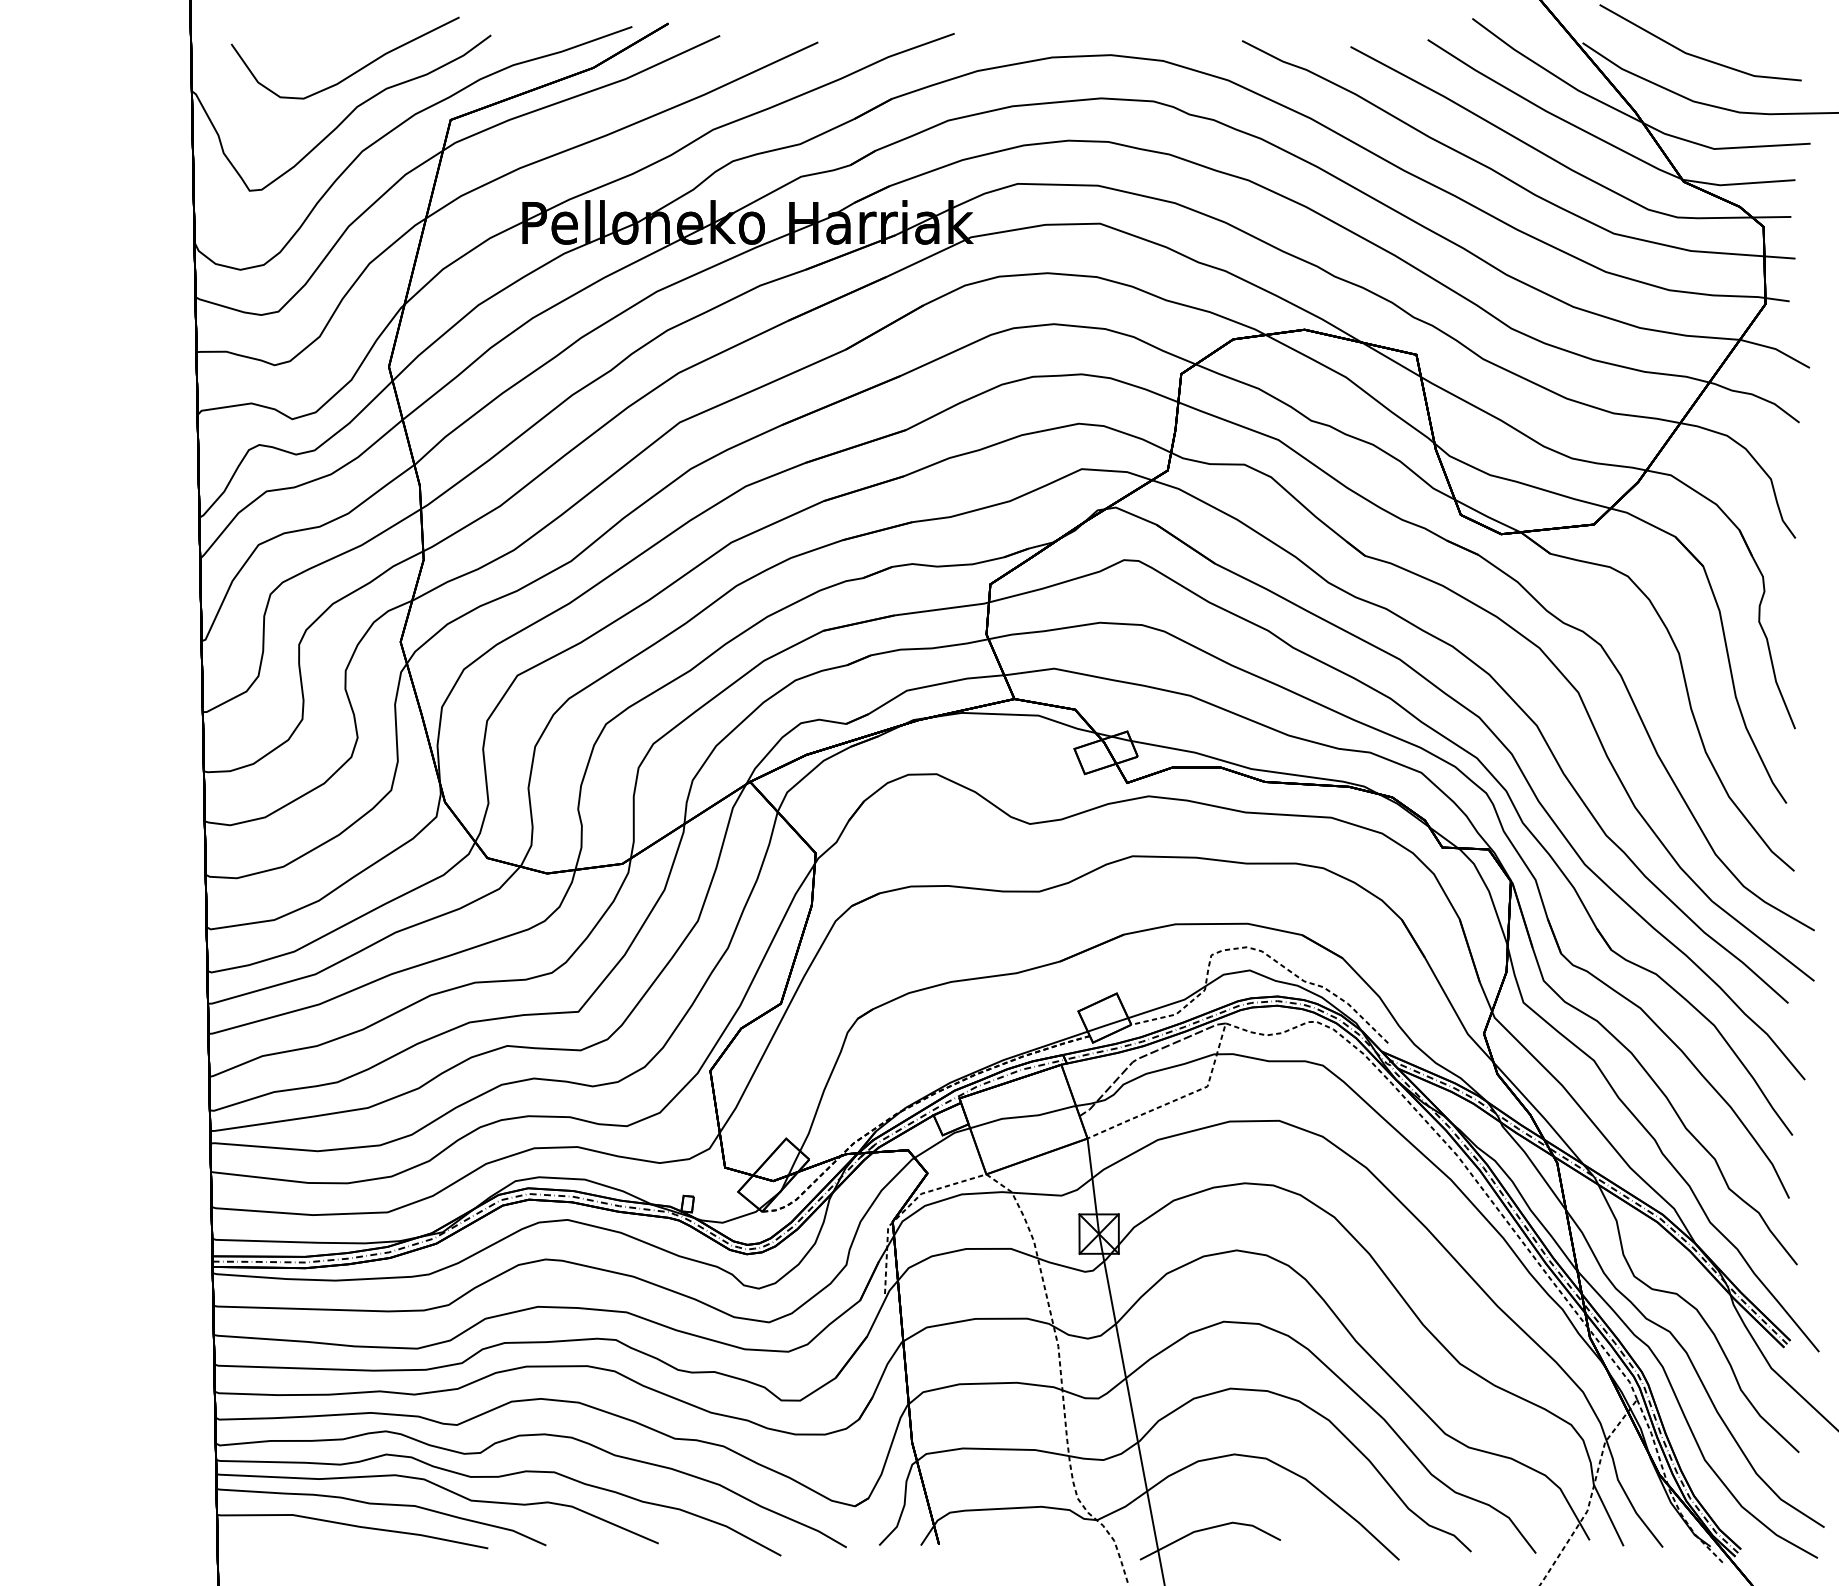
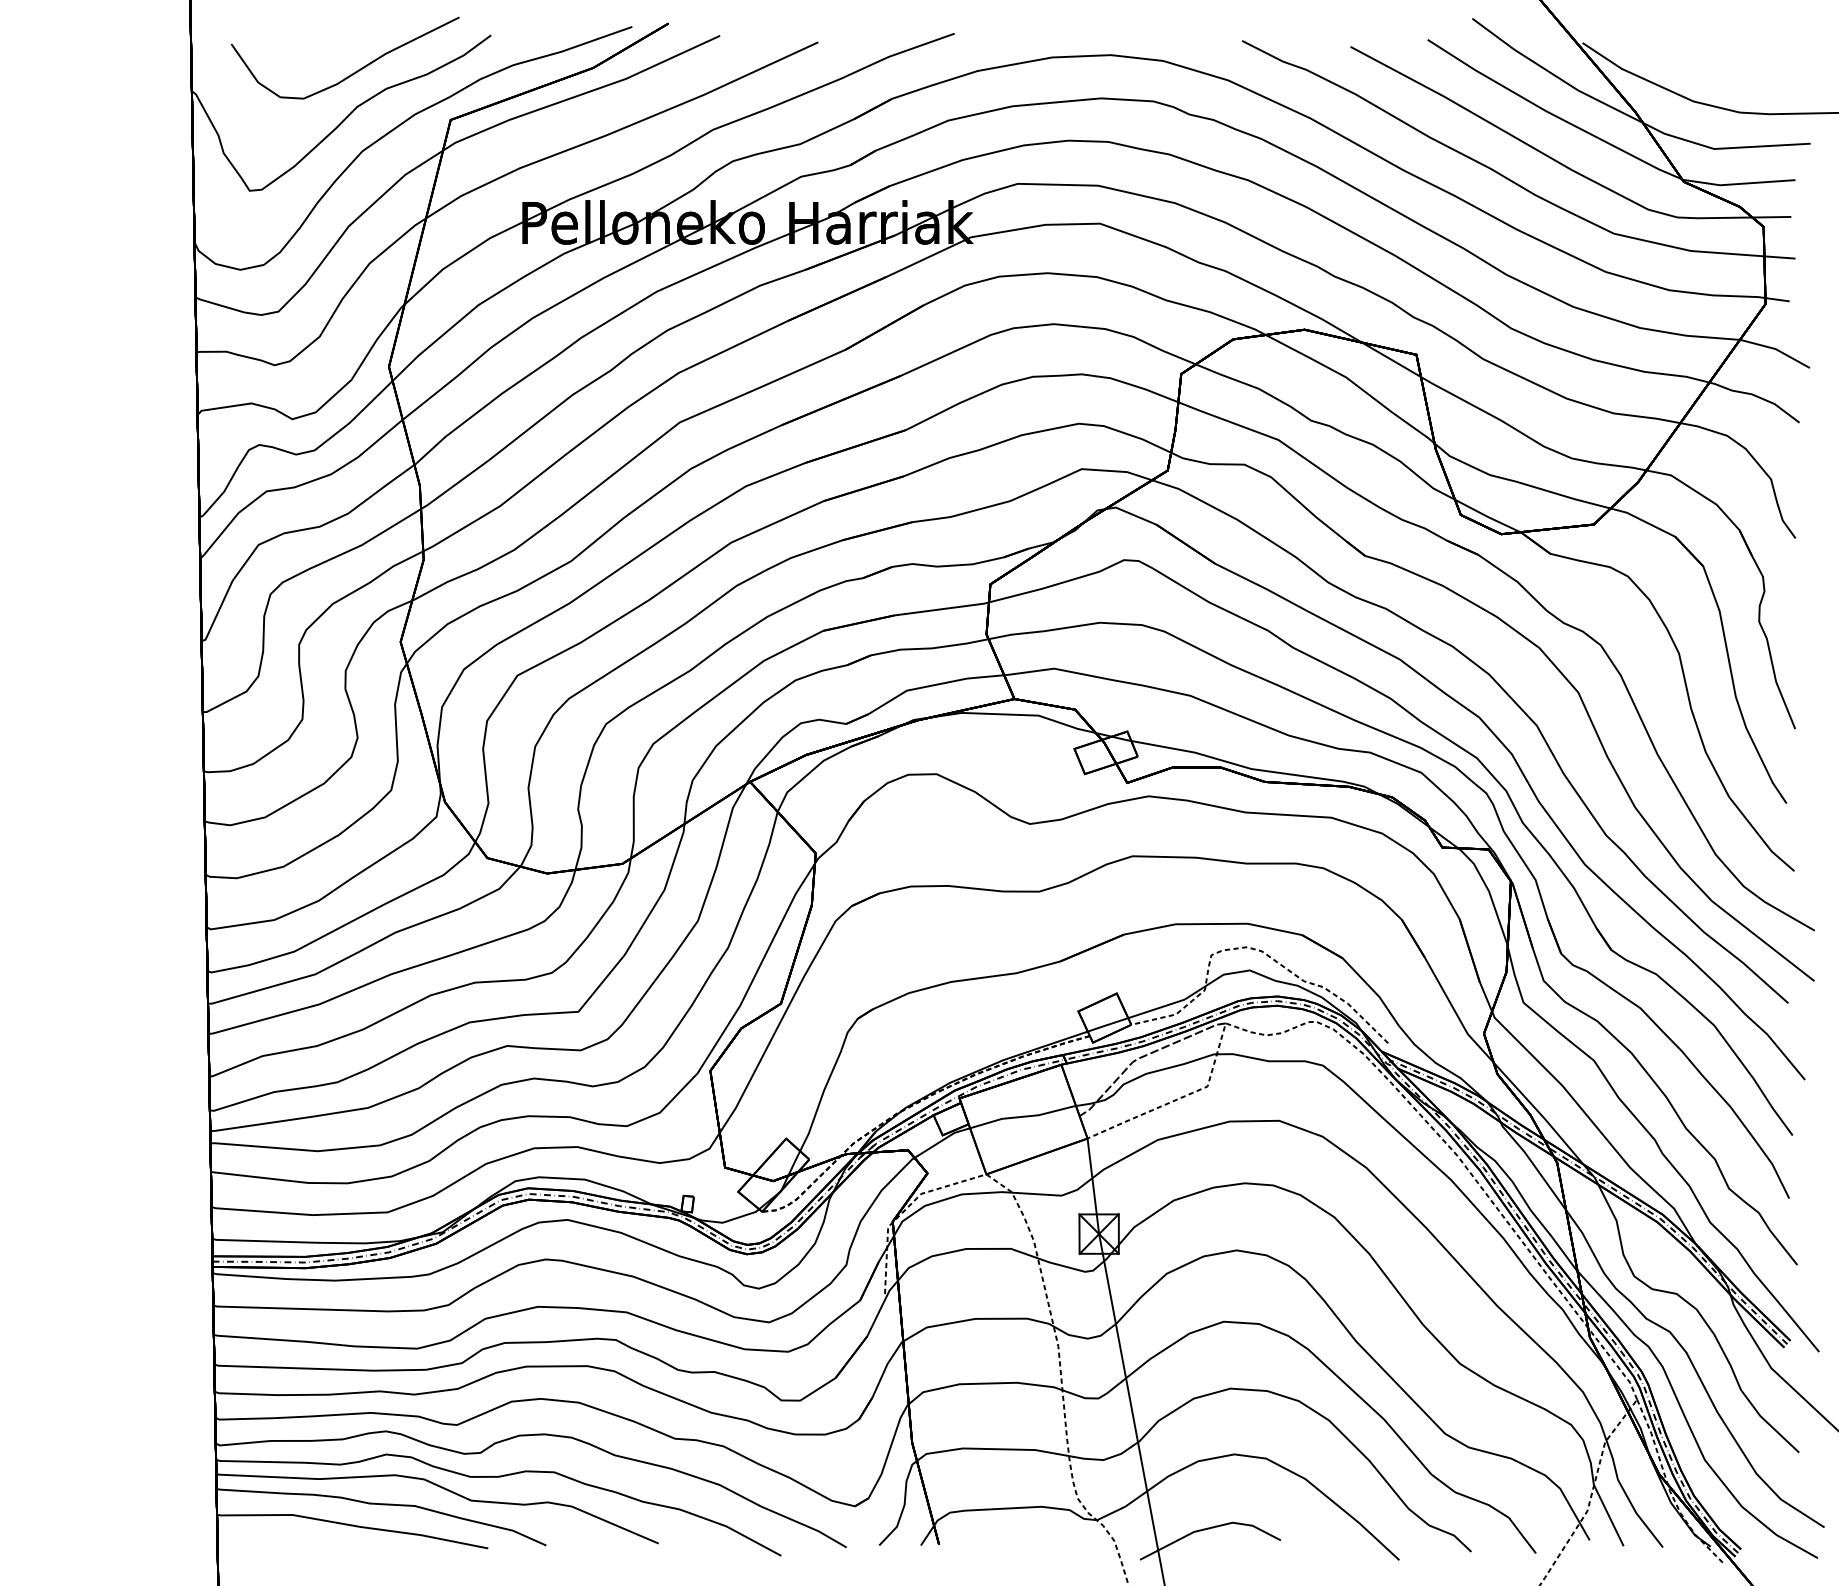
line at (1696, 55): present -> none
